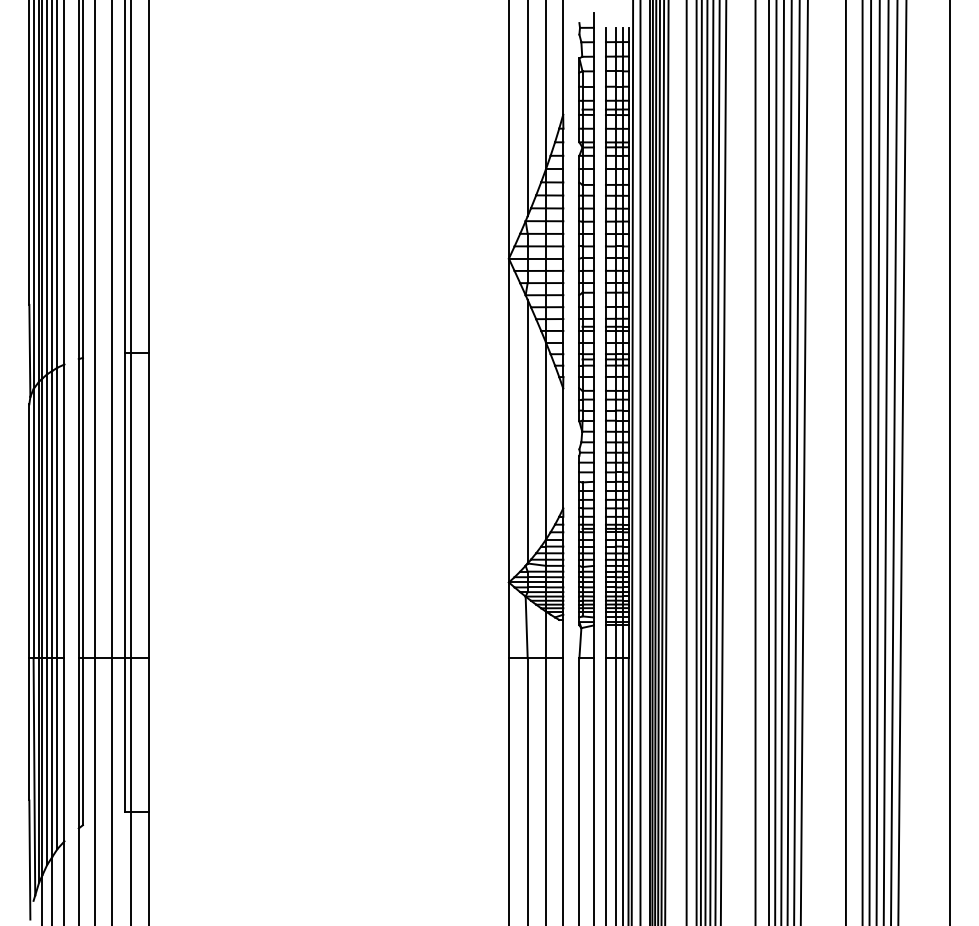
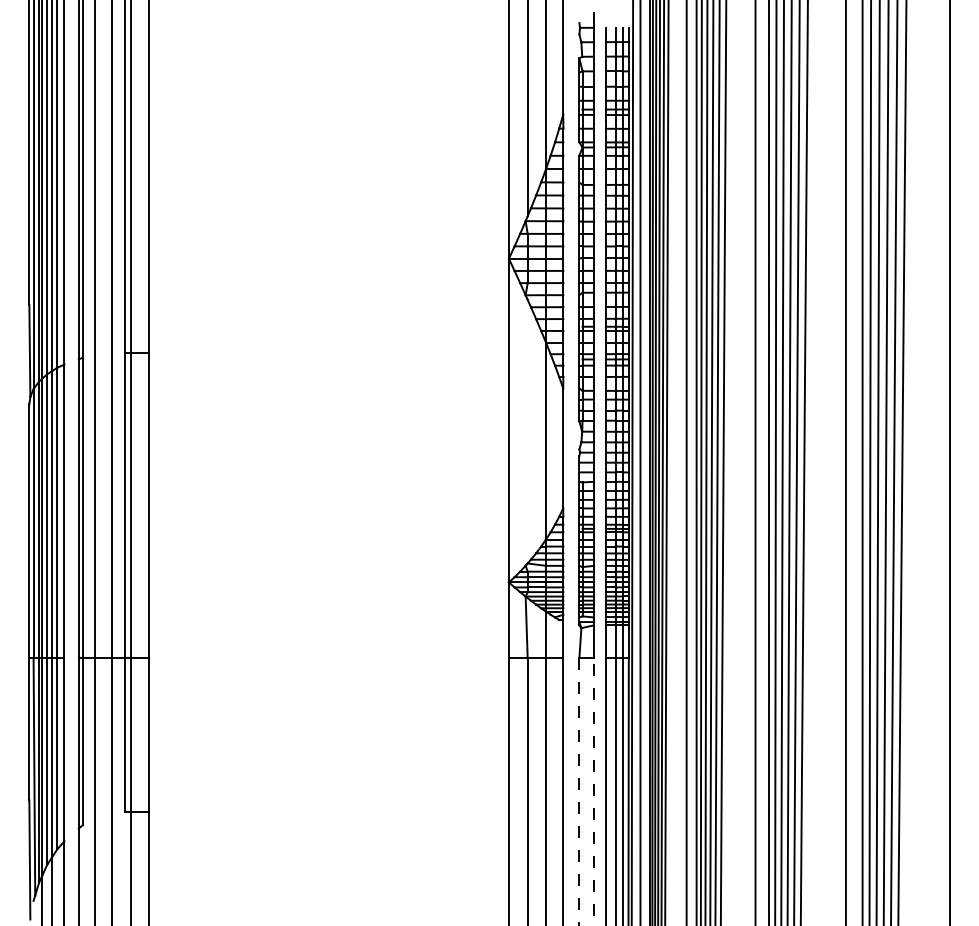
line at (527, 431): present -> none
line at (593, 791): solid -> dashed
line at (579, 792): solid -> dashed
